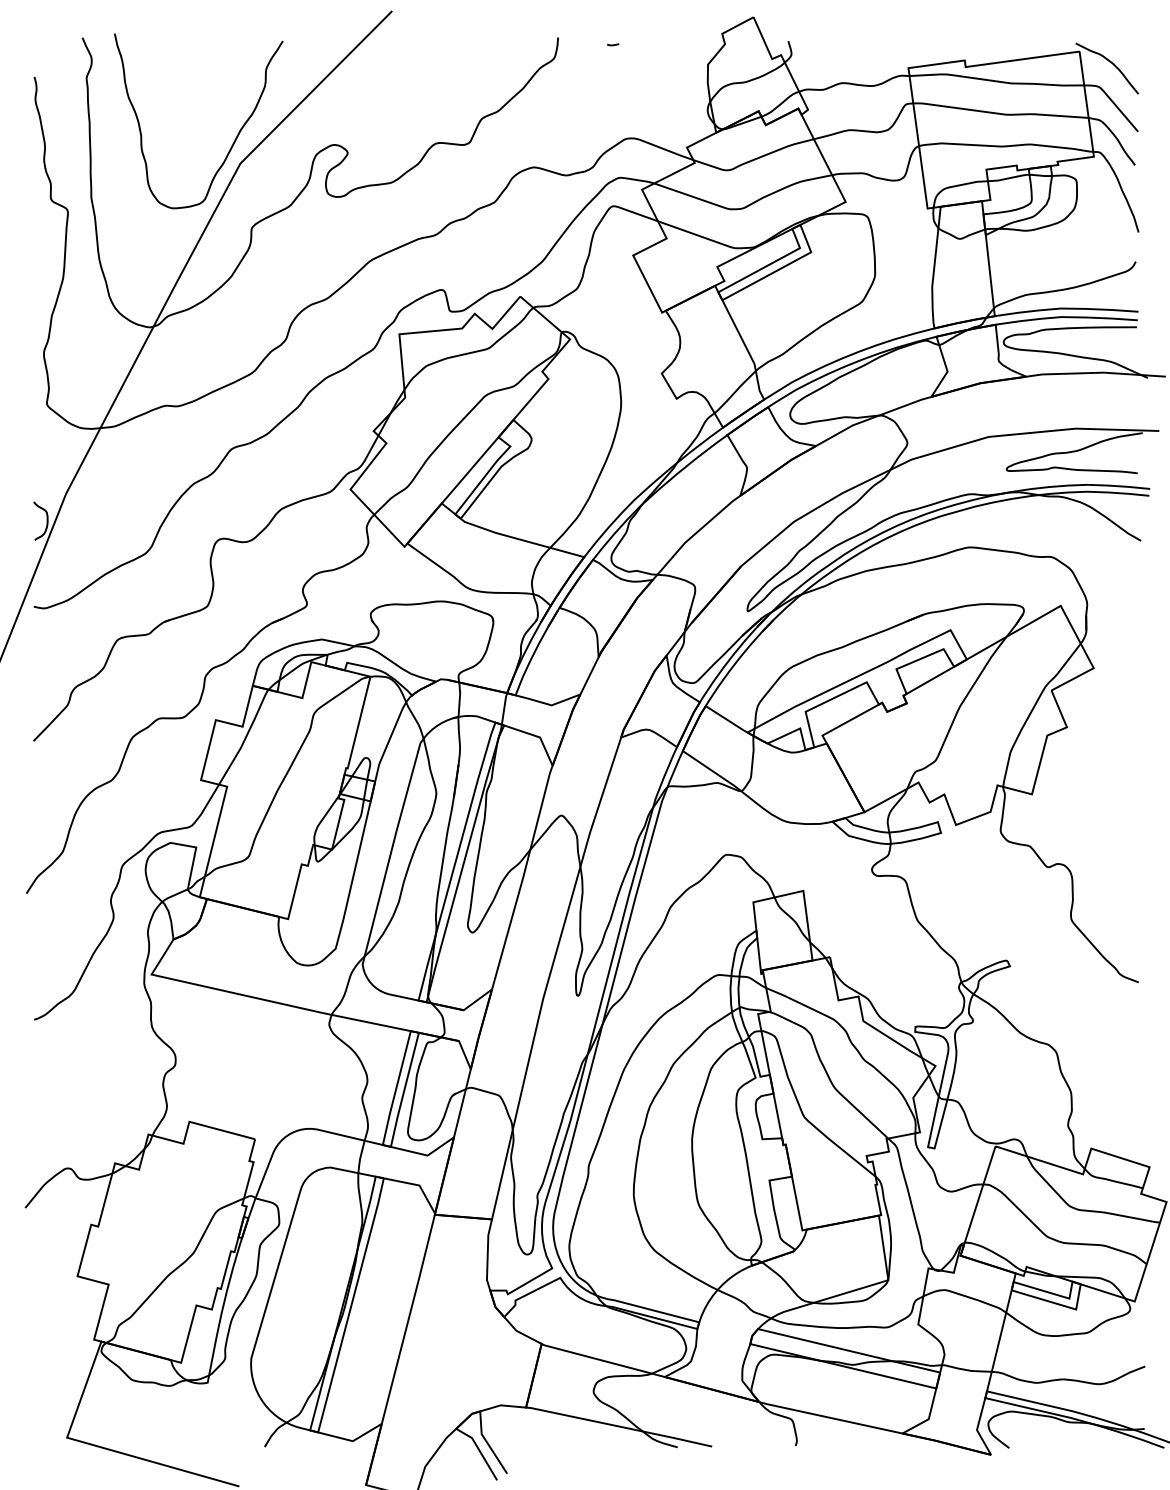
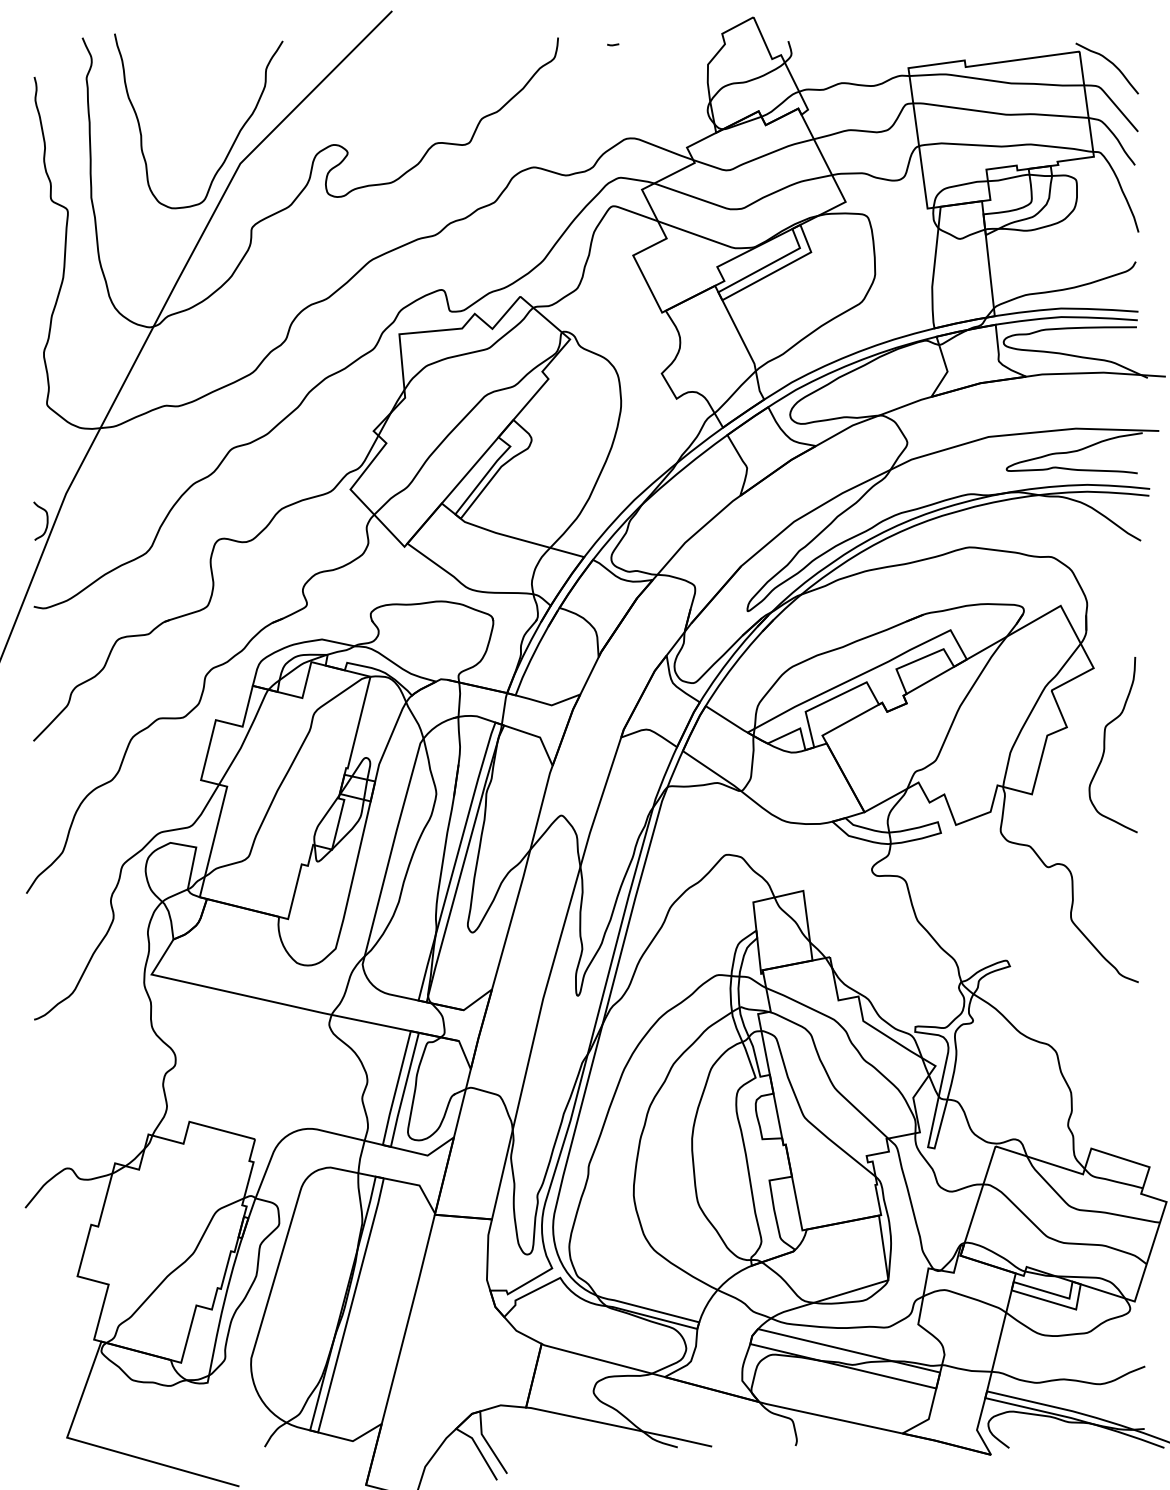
curve at (1105, 745): none -> present
